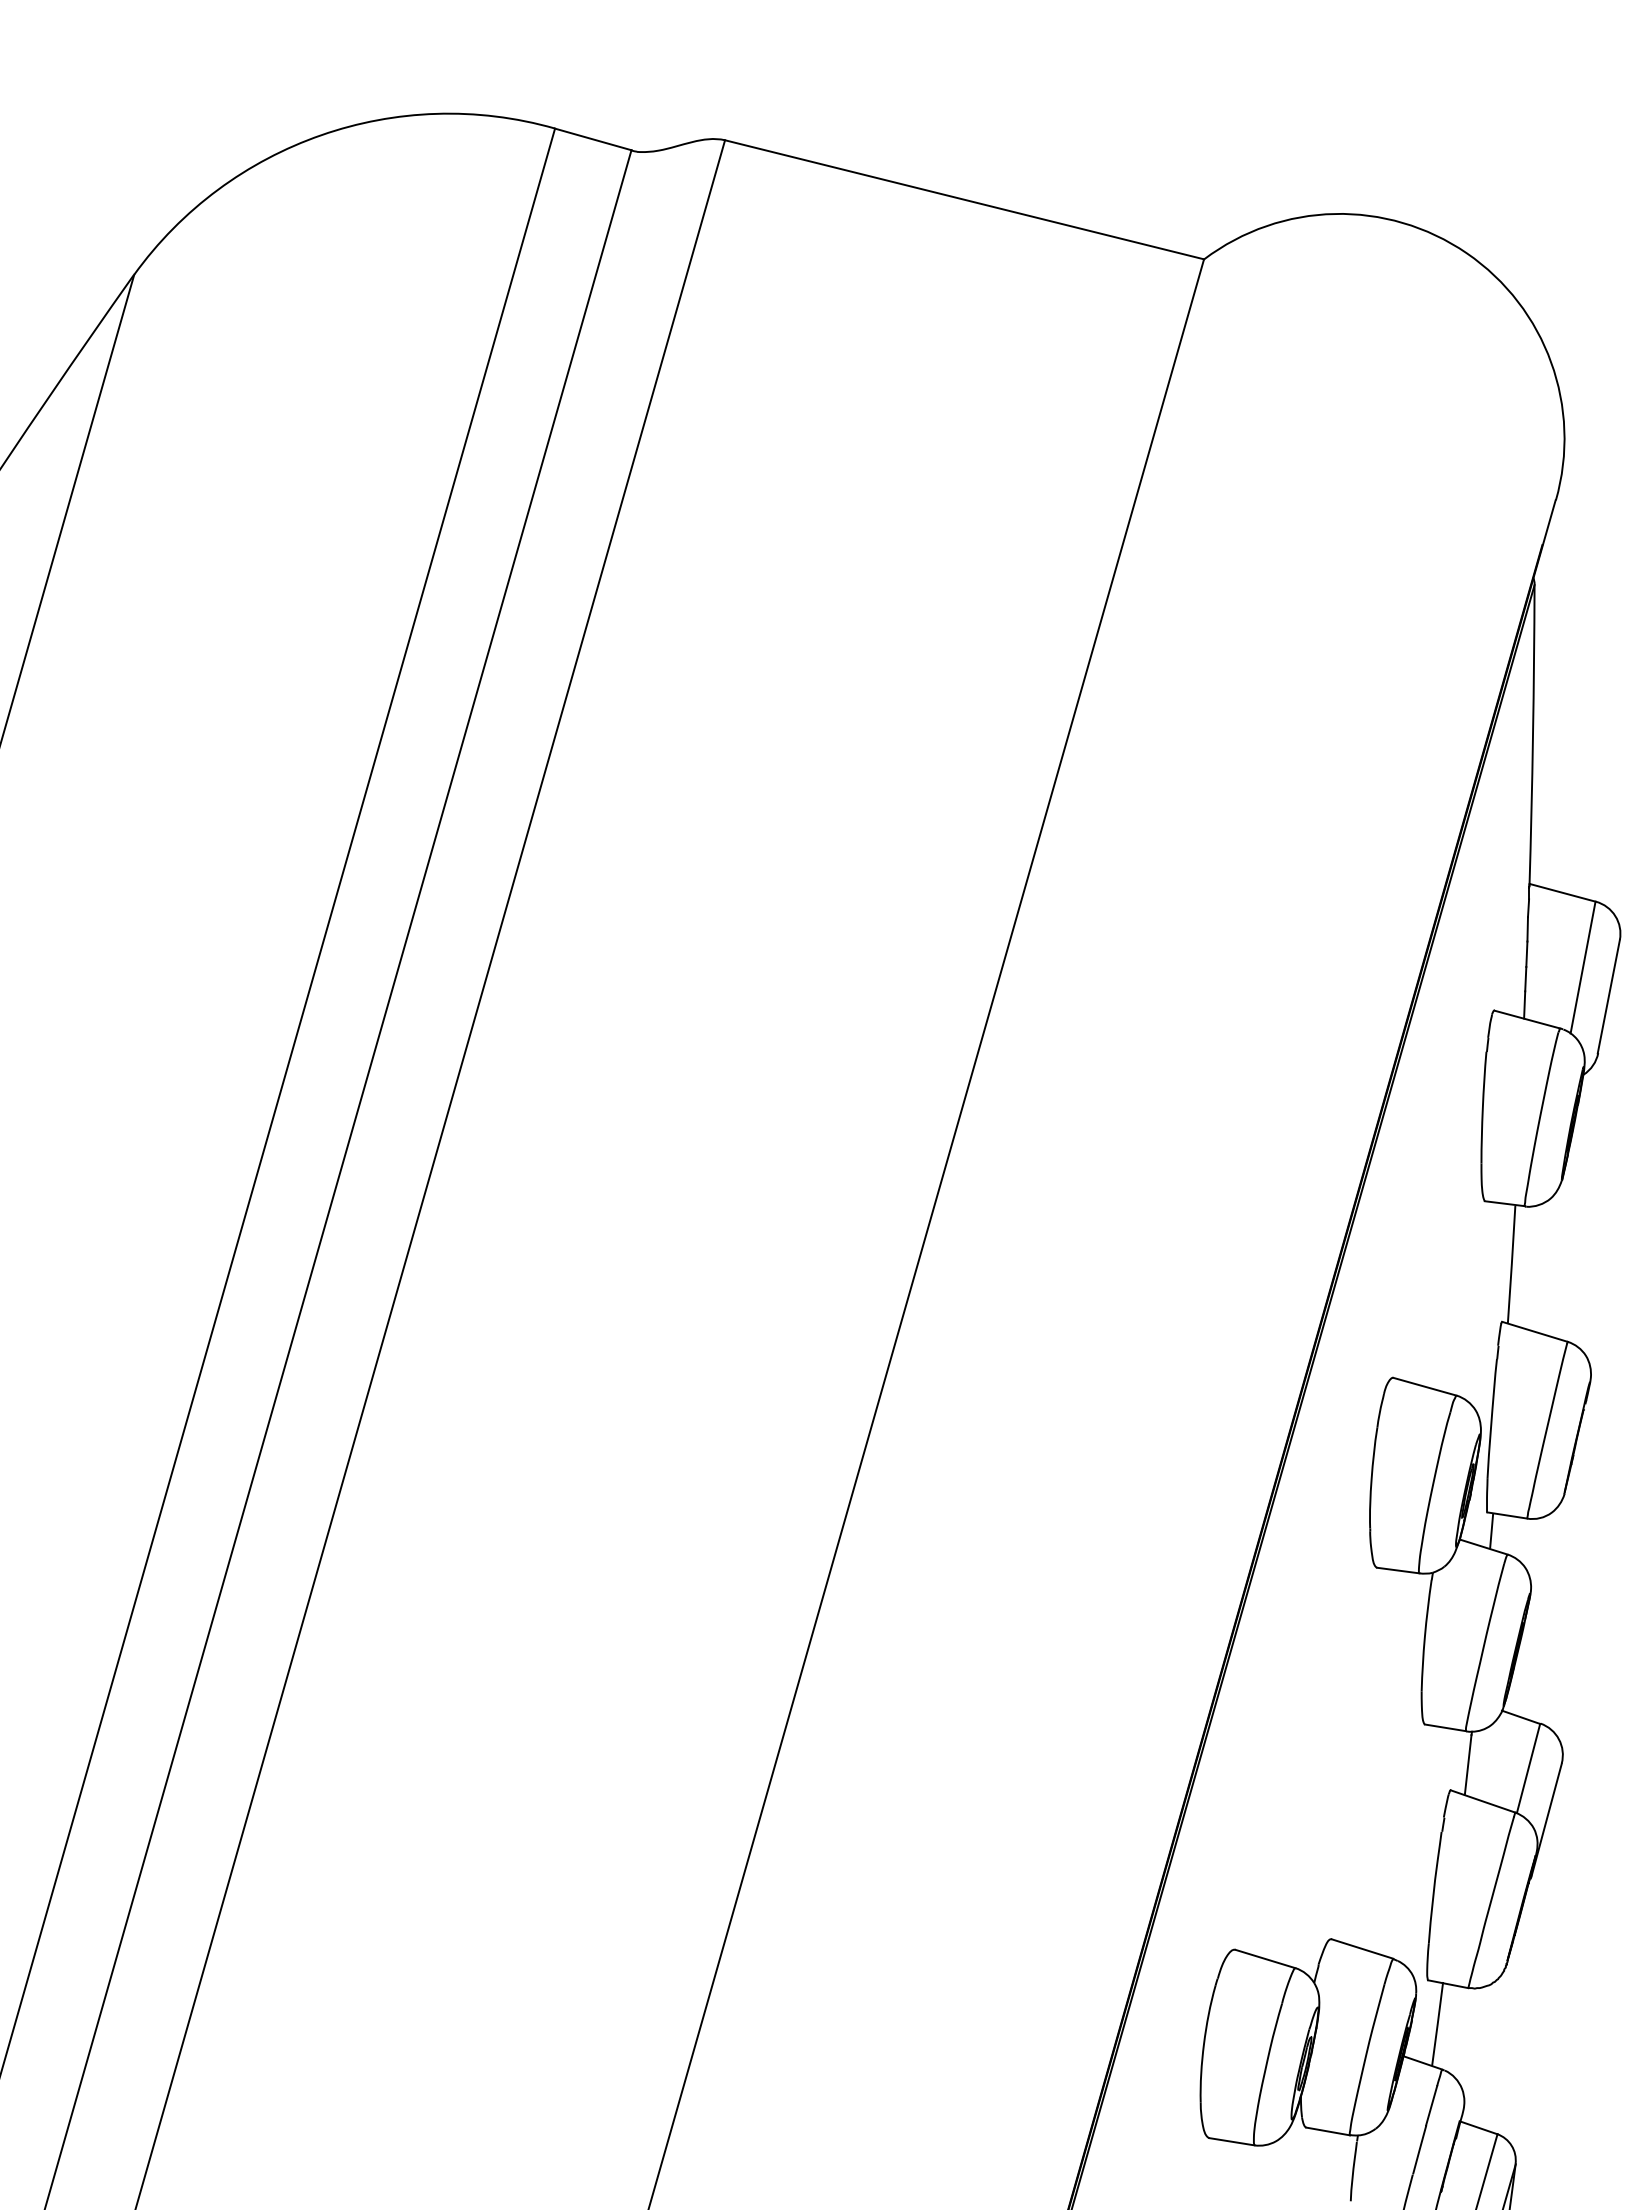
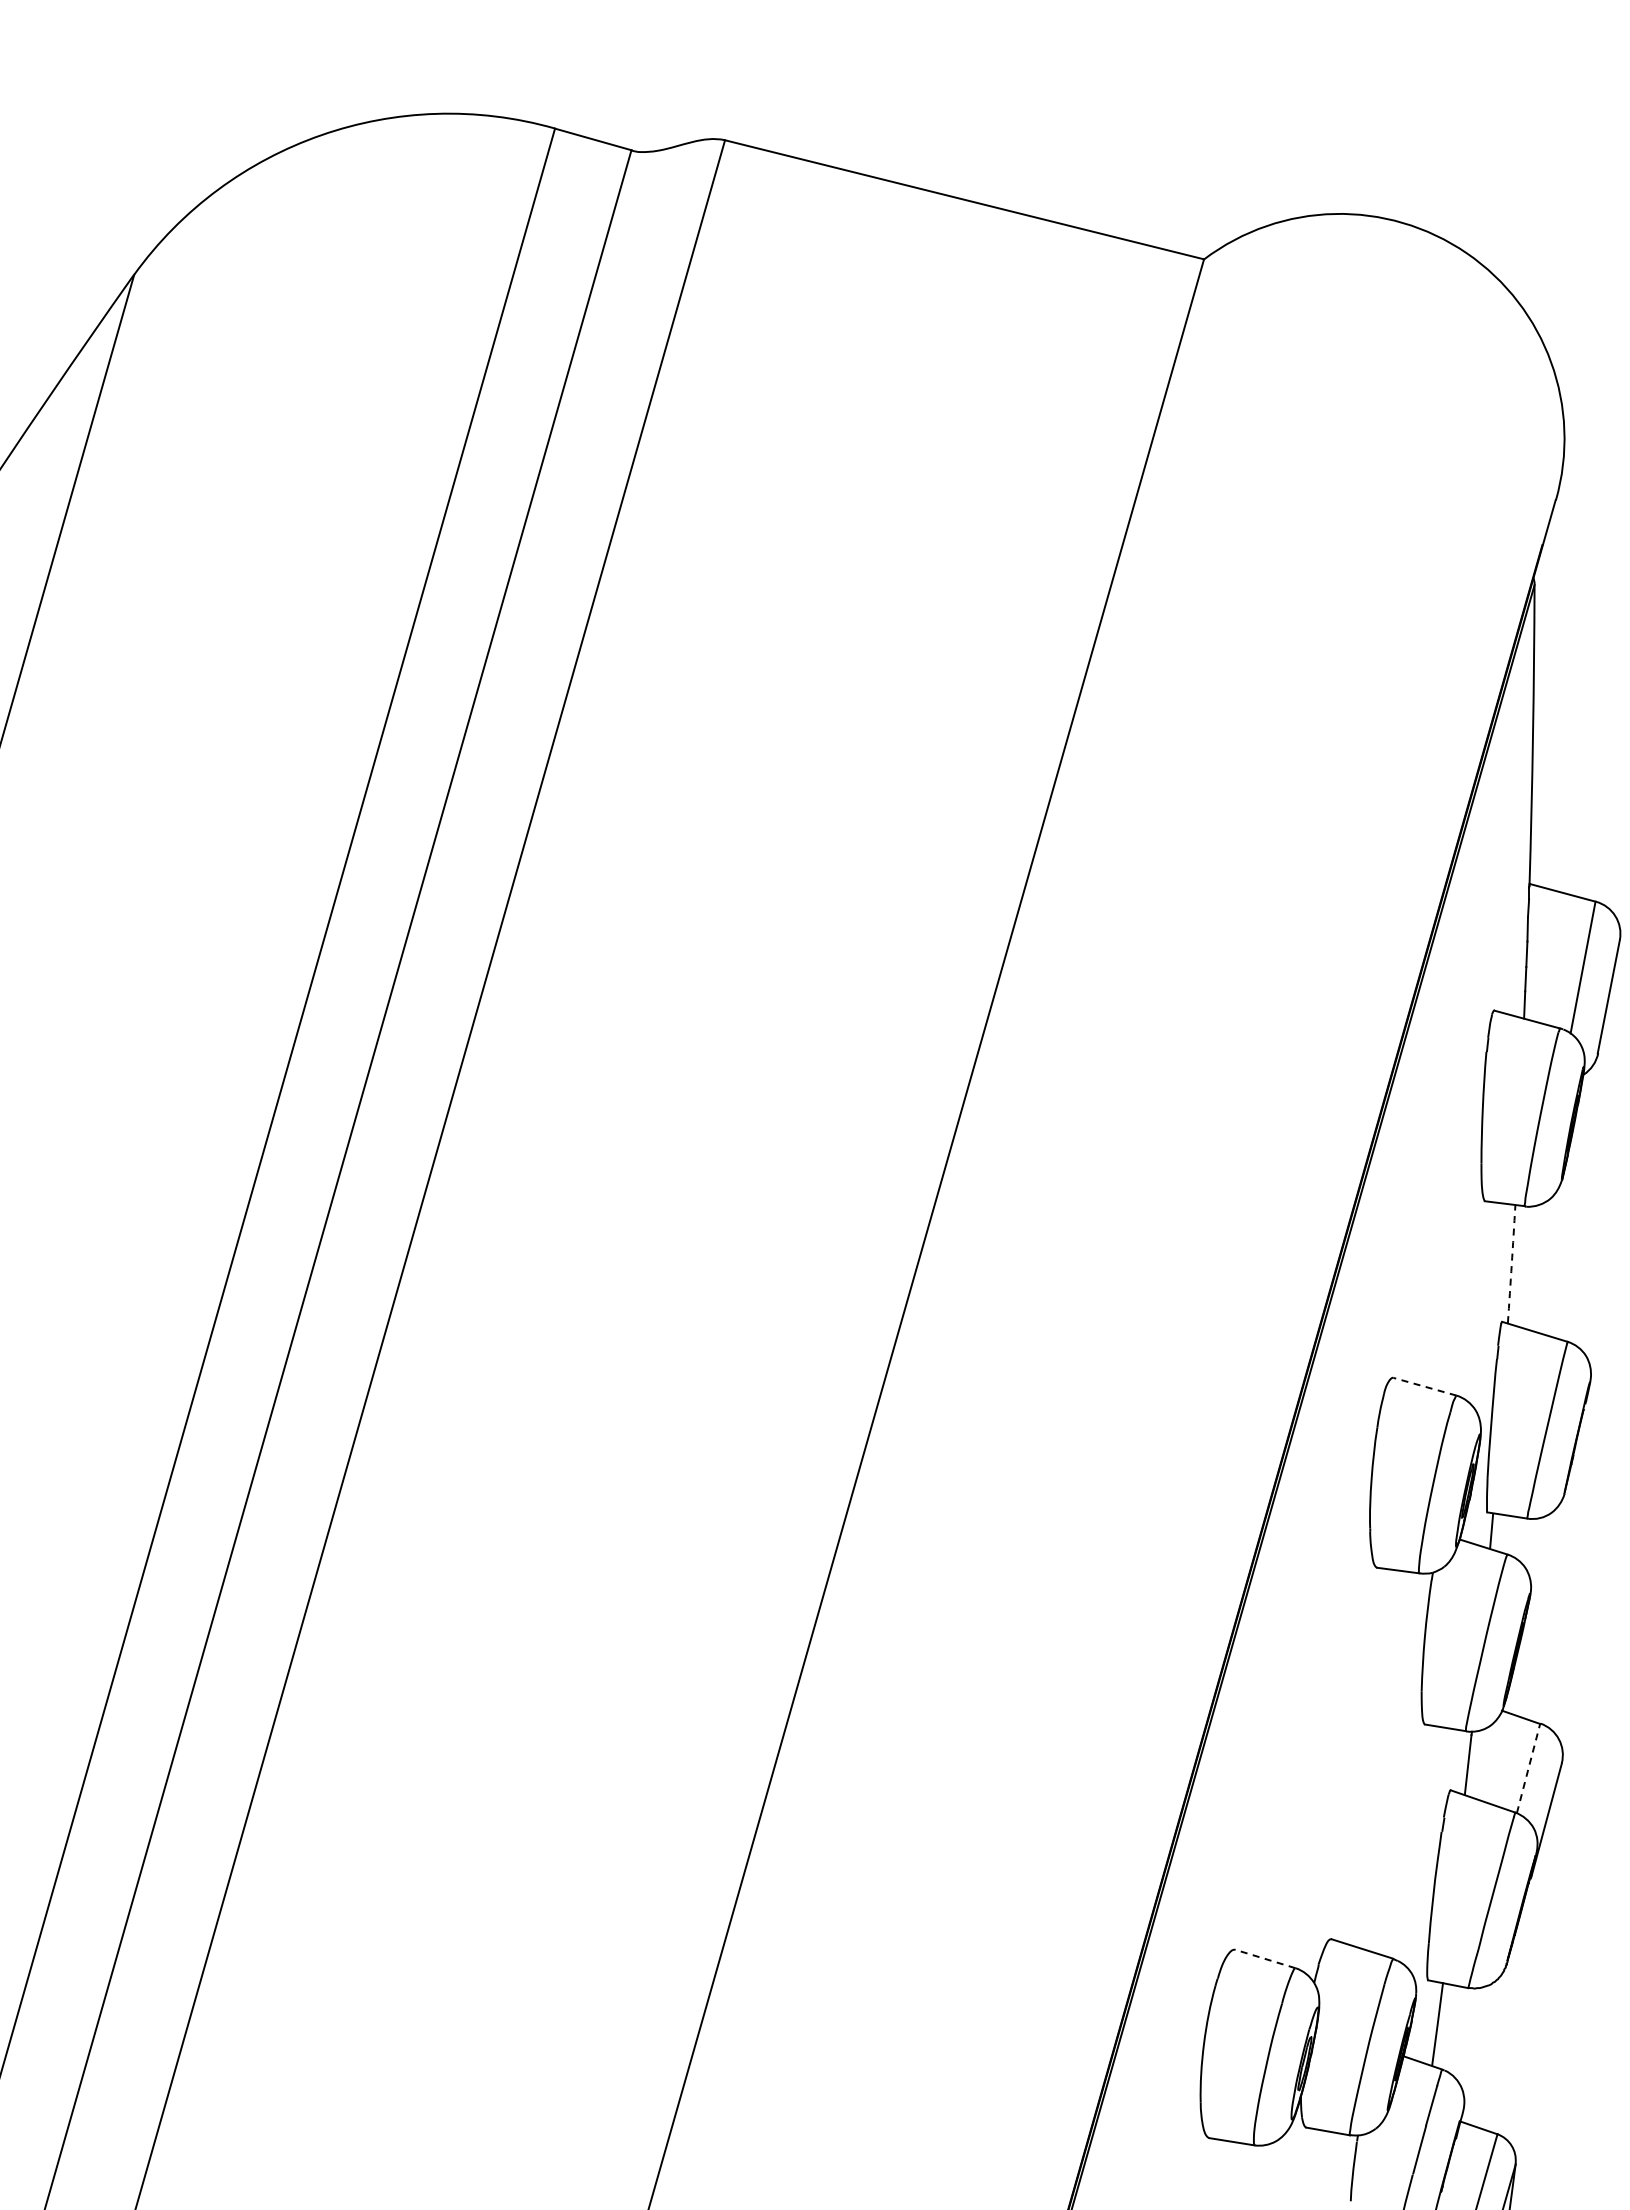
arc at (1511, 1264): solid -> dashed
line at (1424, 1386): solid -> dashed
line at (1528, 1768): solid -> dashed
line at (1265, 1958): solid -> dashed
